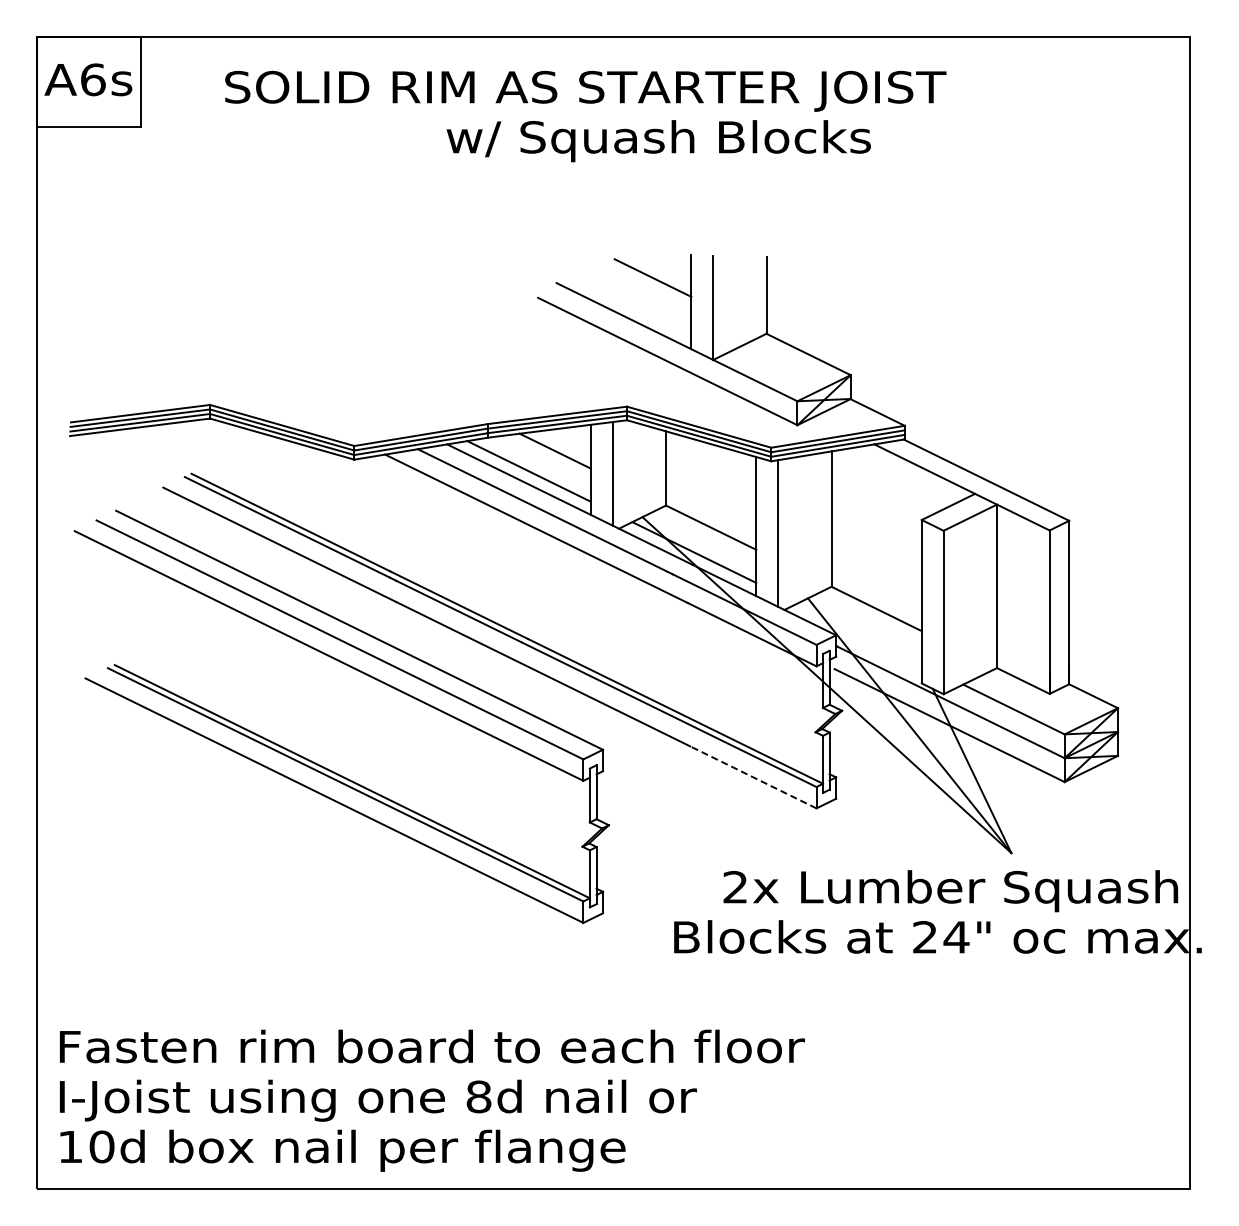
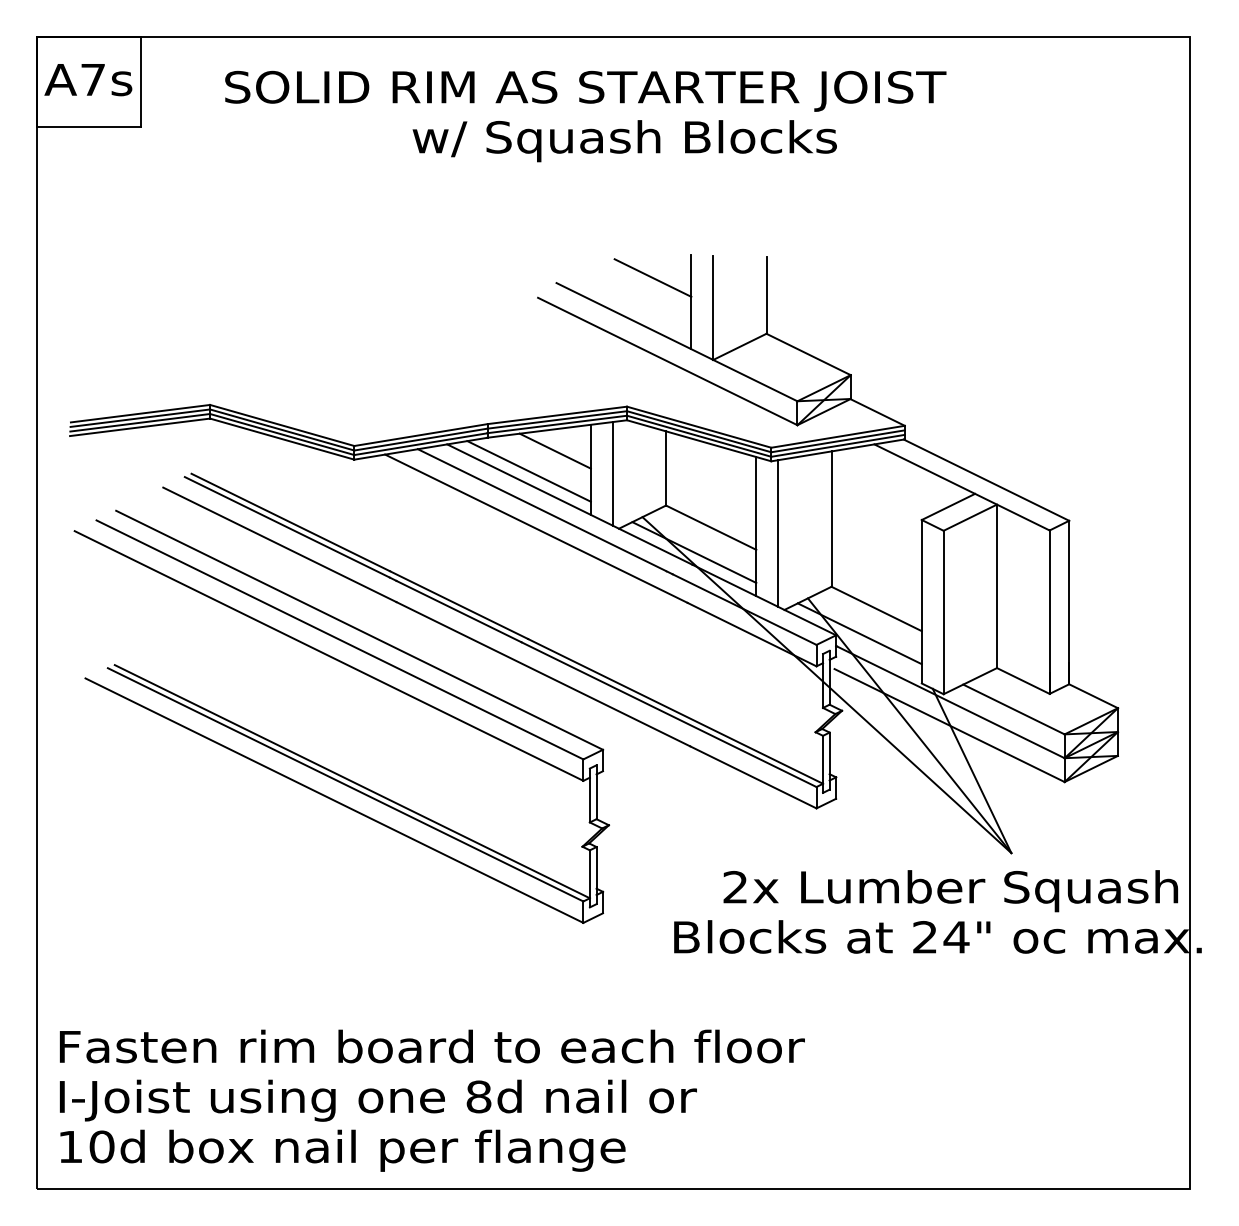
text at (93, 79): A6s -> A7s
text at (658, 141) position: (658, 141) -> (624, 141)
line at (859, 633): none -> present
line at (752, 777): dashed -> solid
